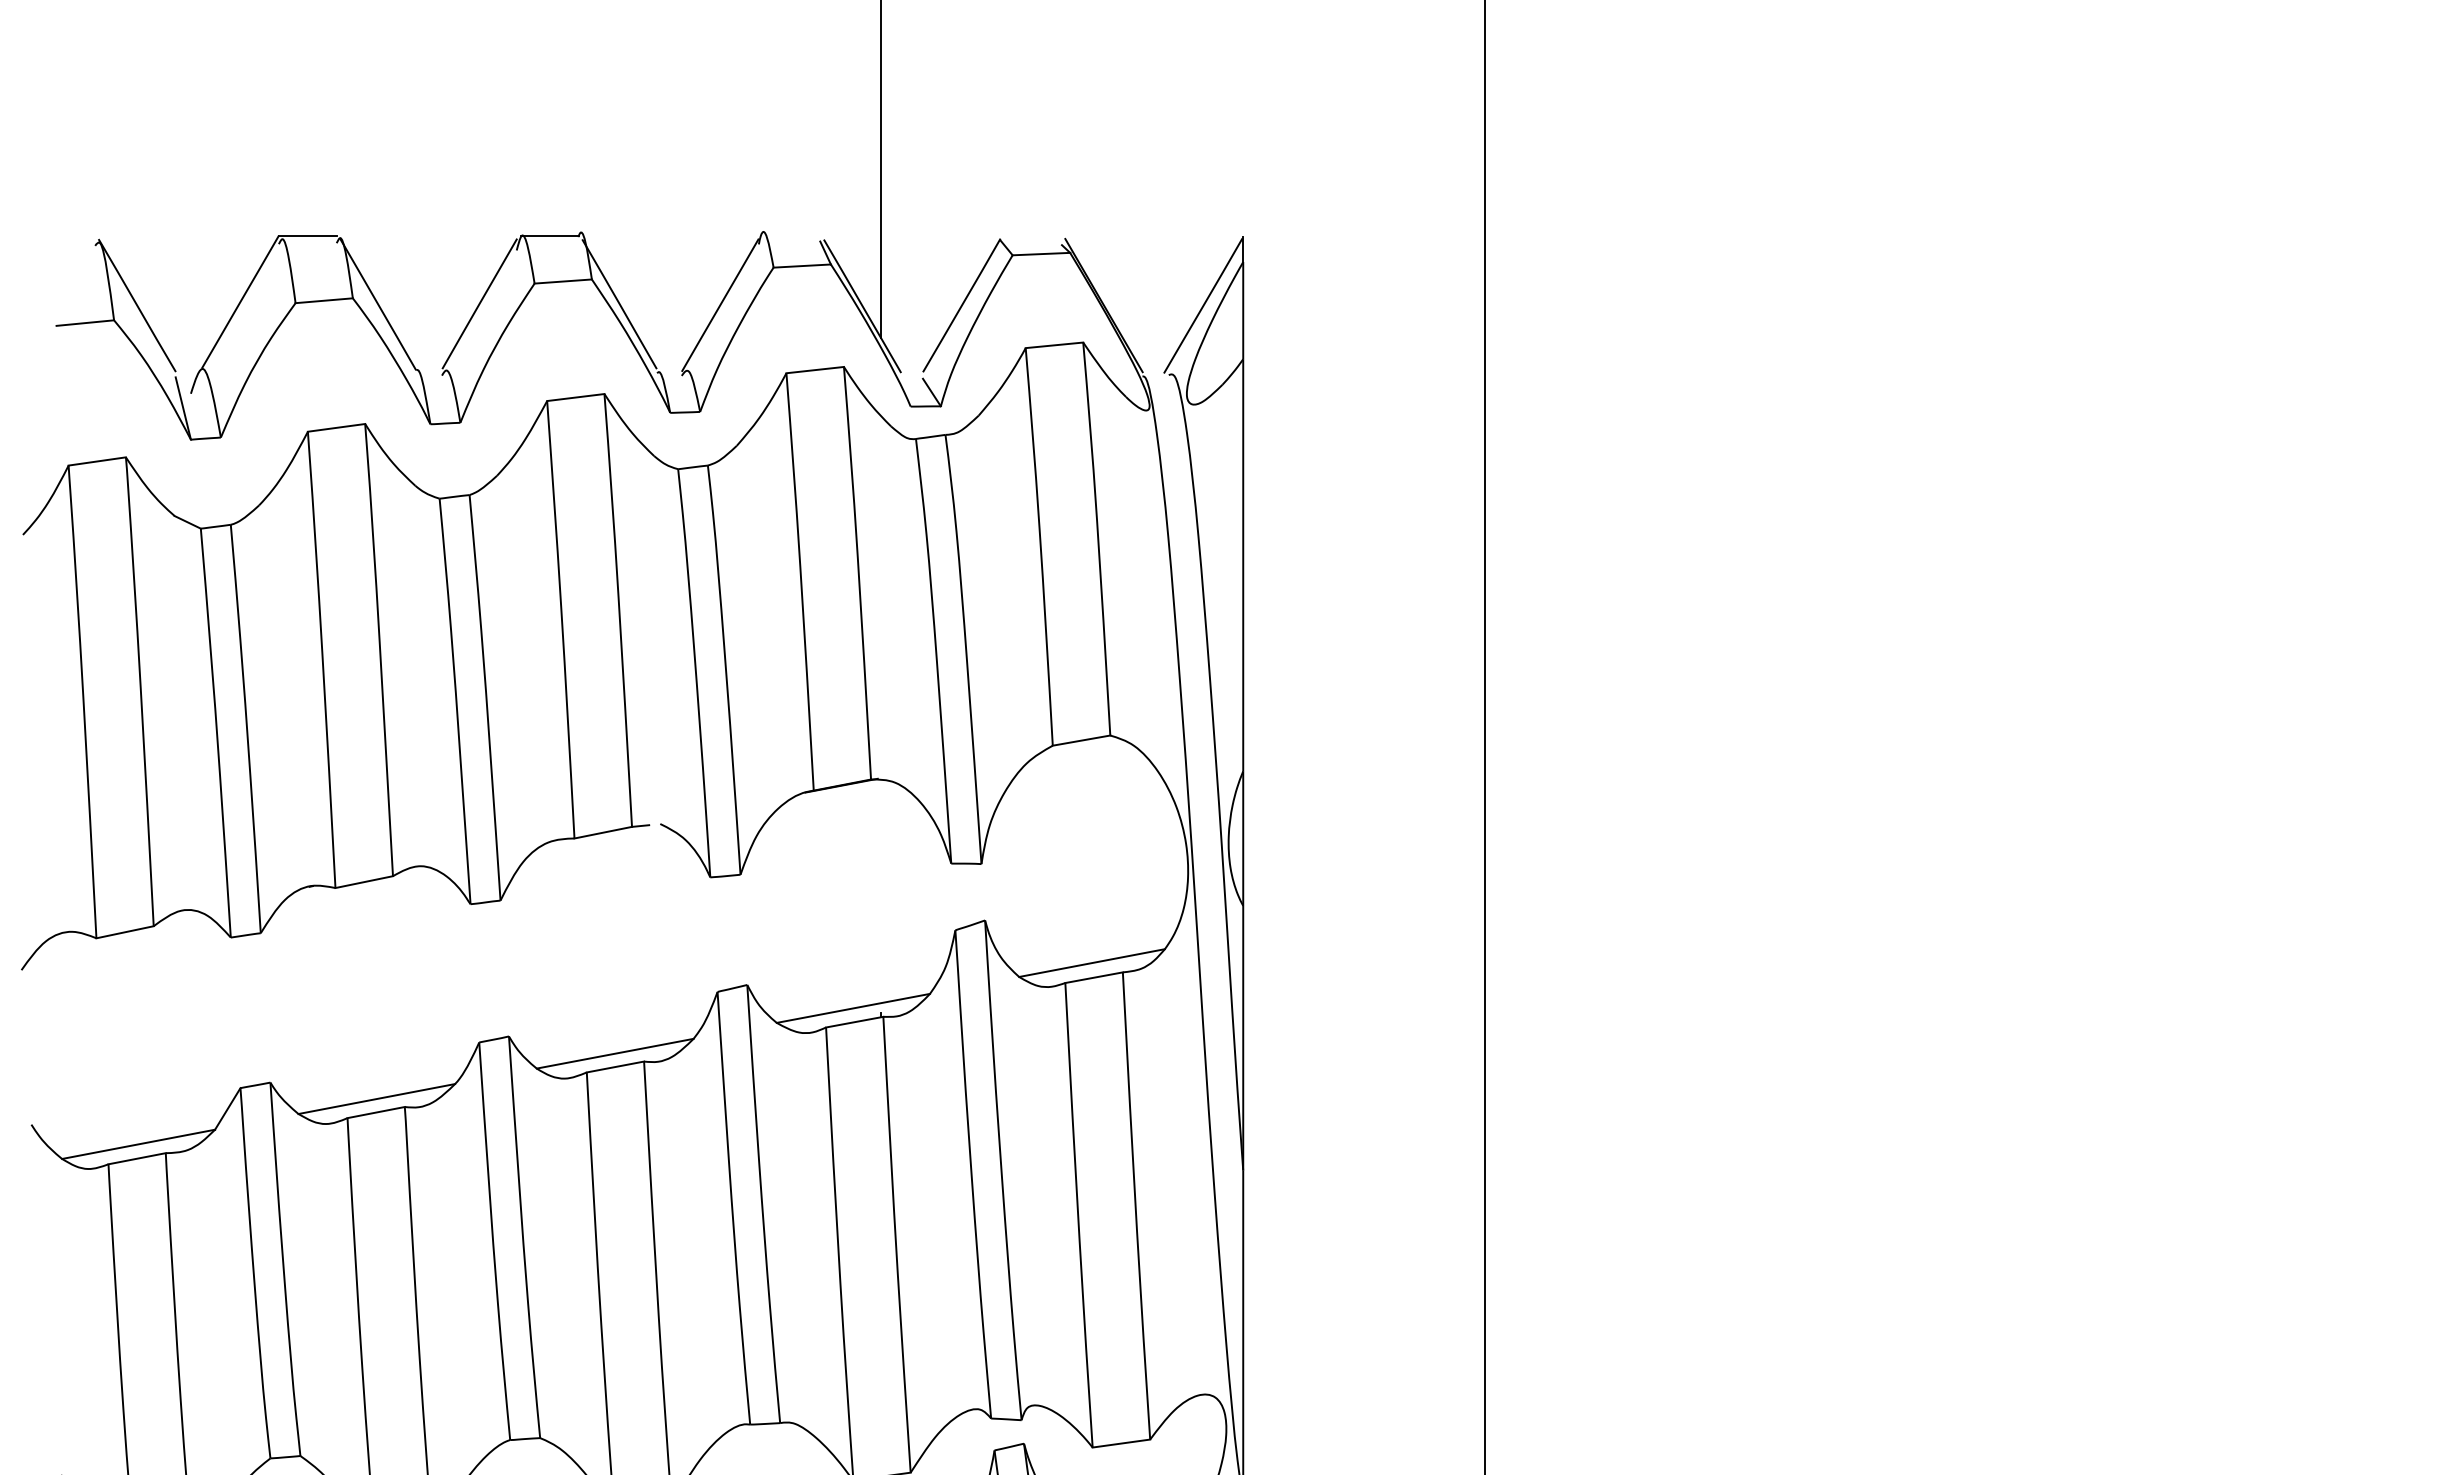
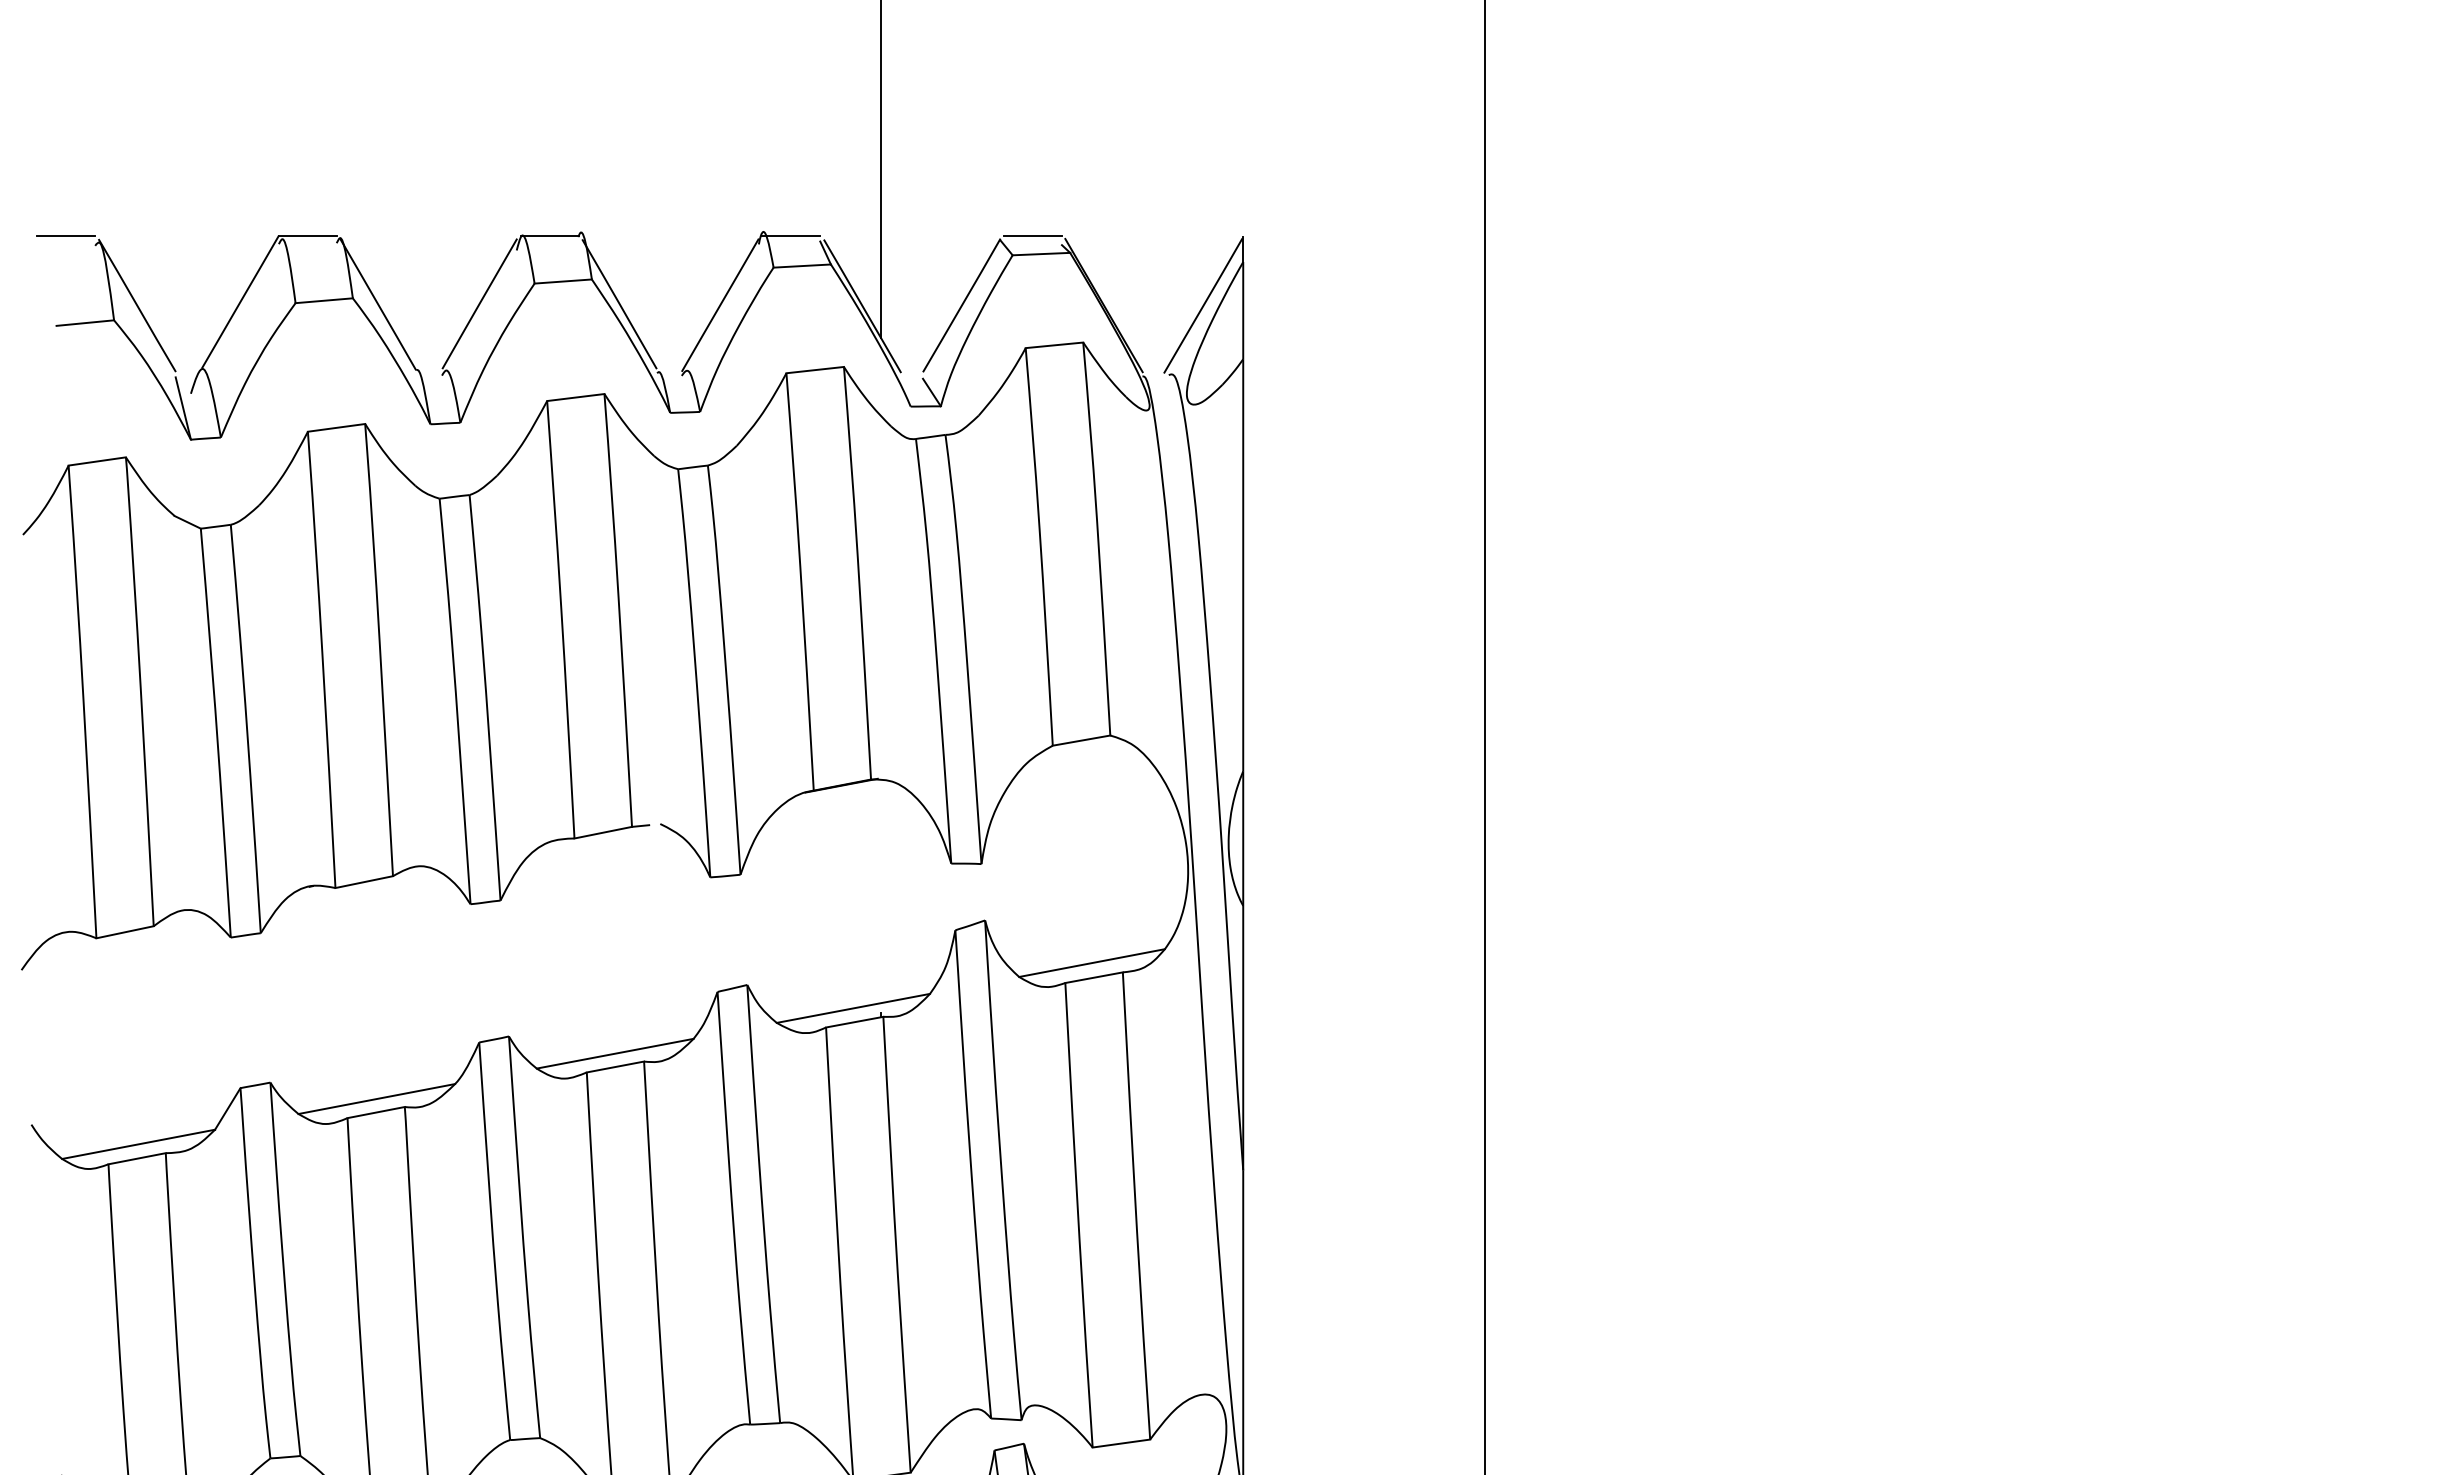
line at (66, 235): none -> present
line at (791, 235): none -> present
line at (1032, 235): none -> present
